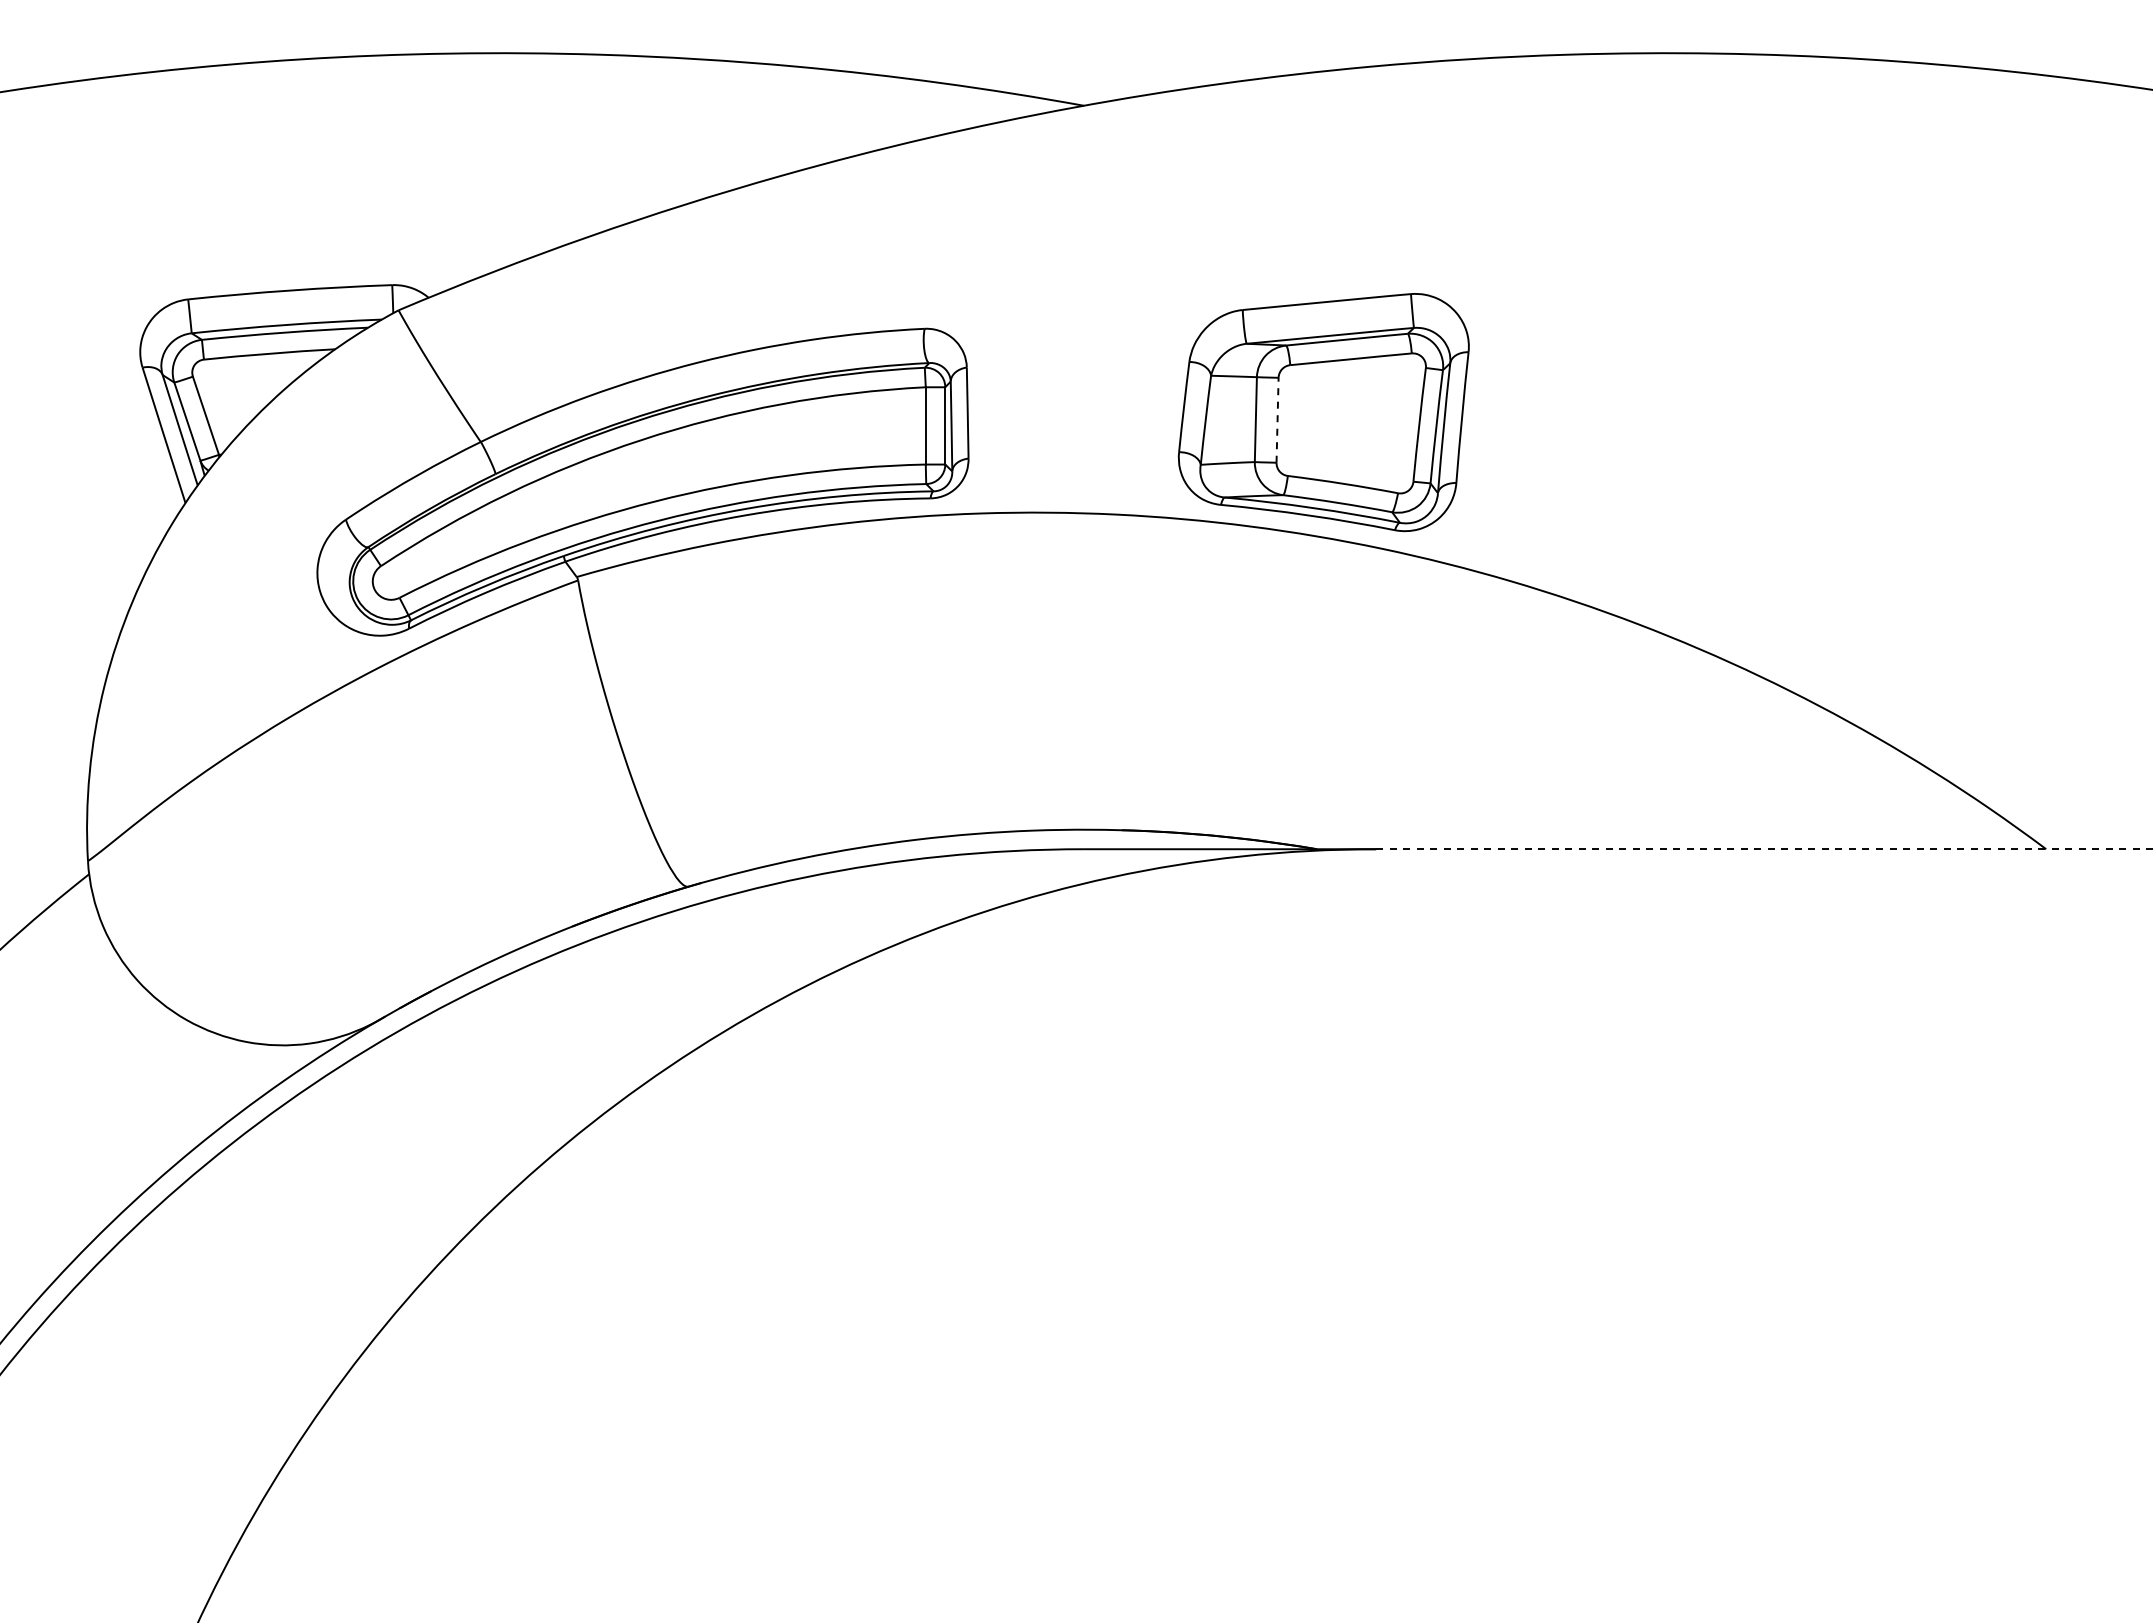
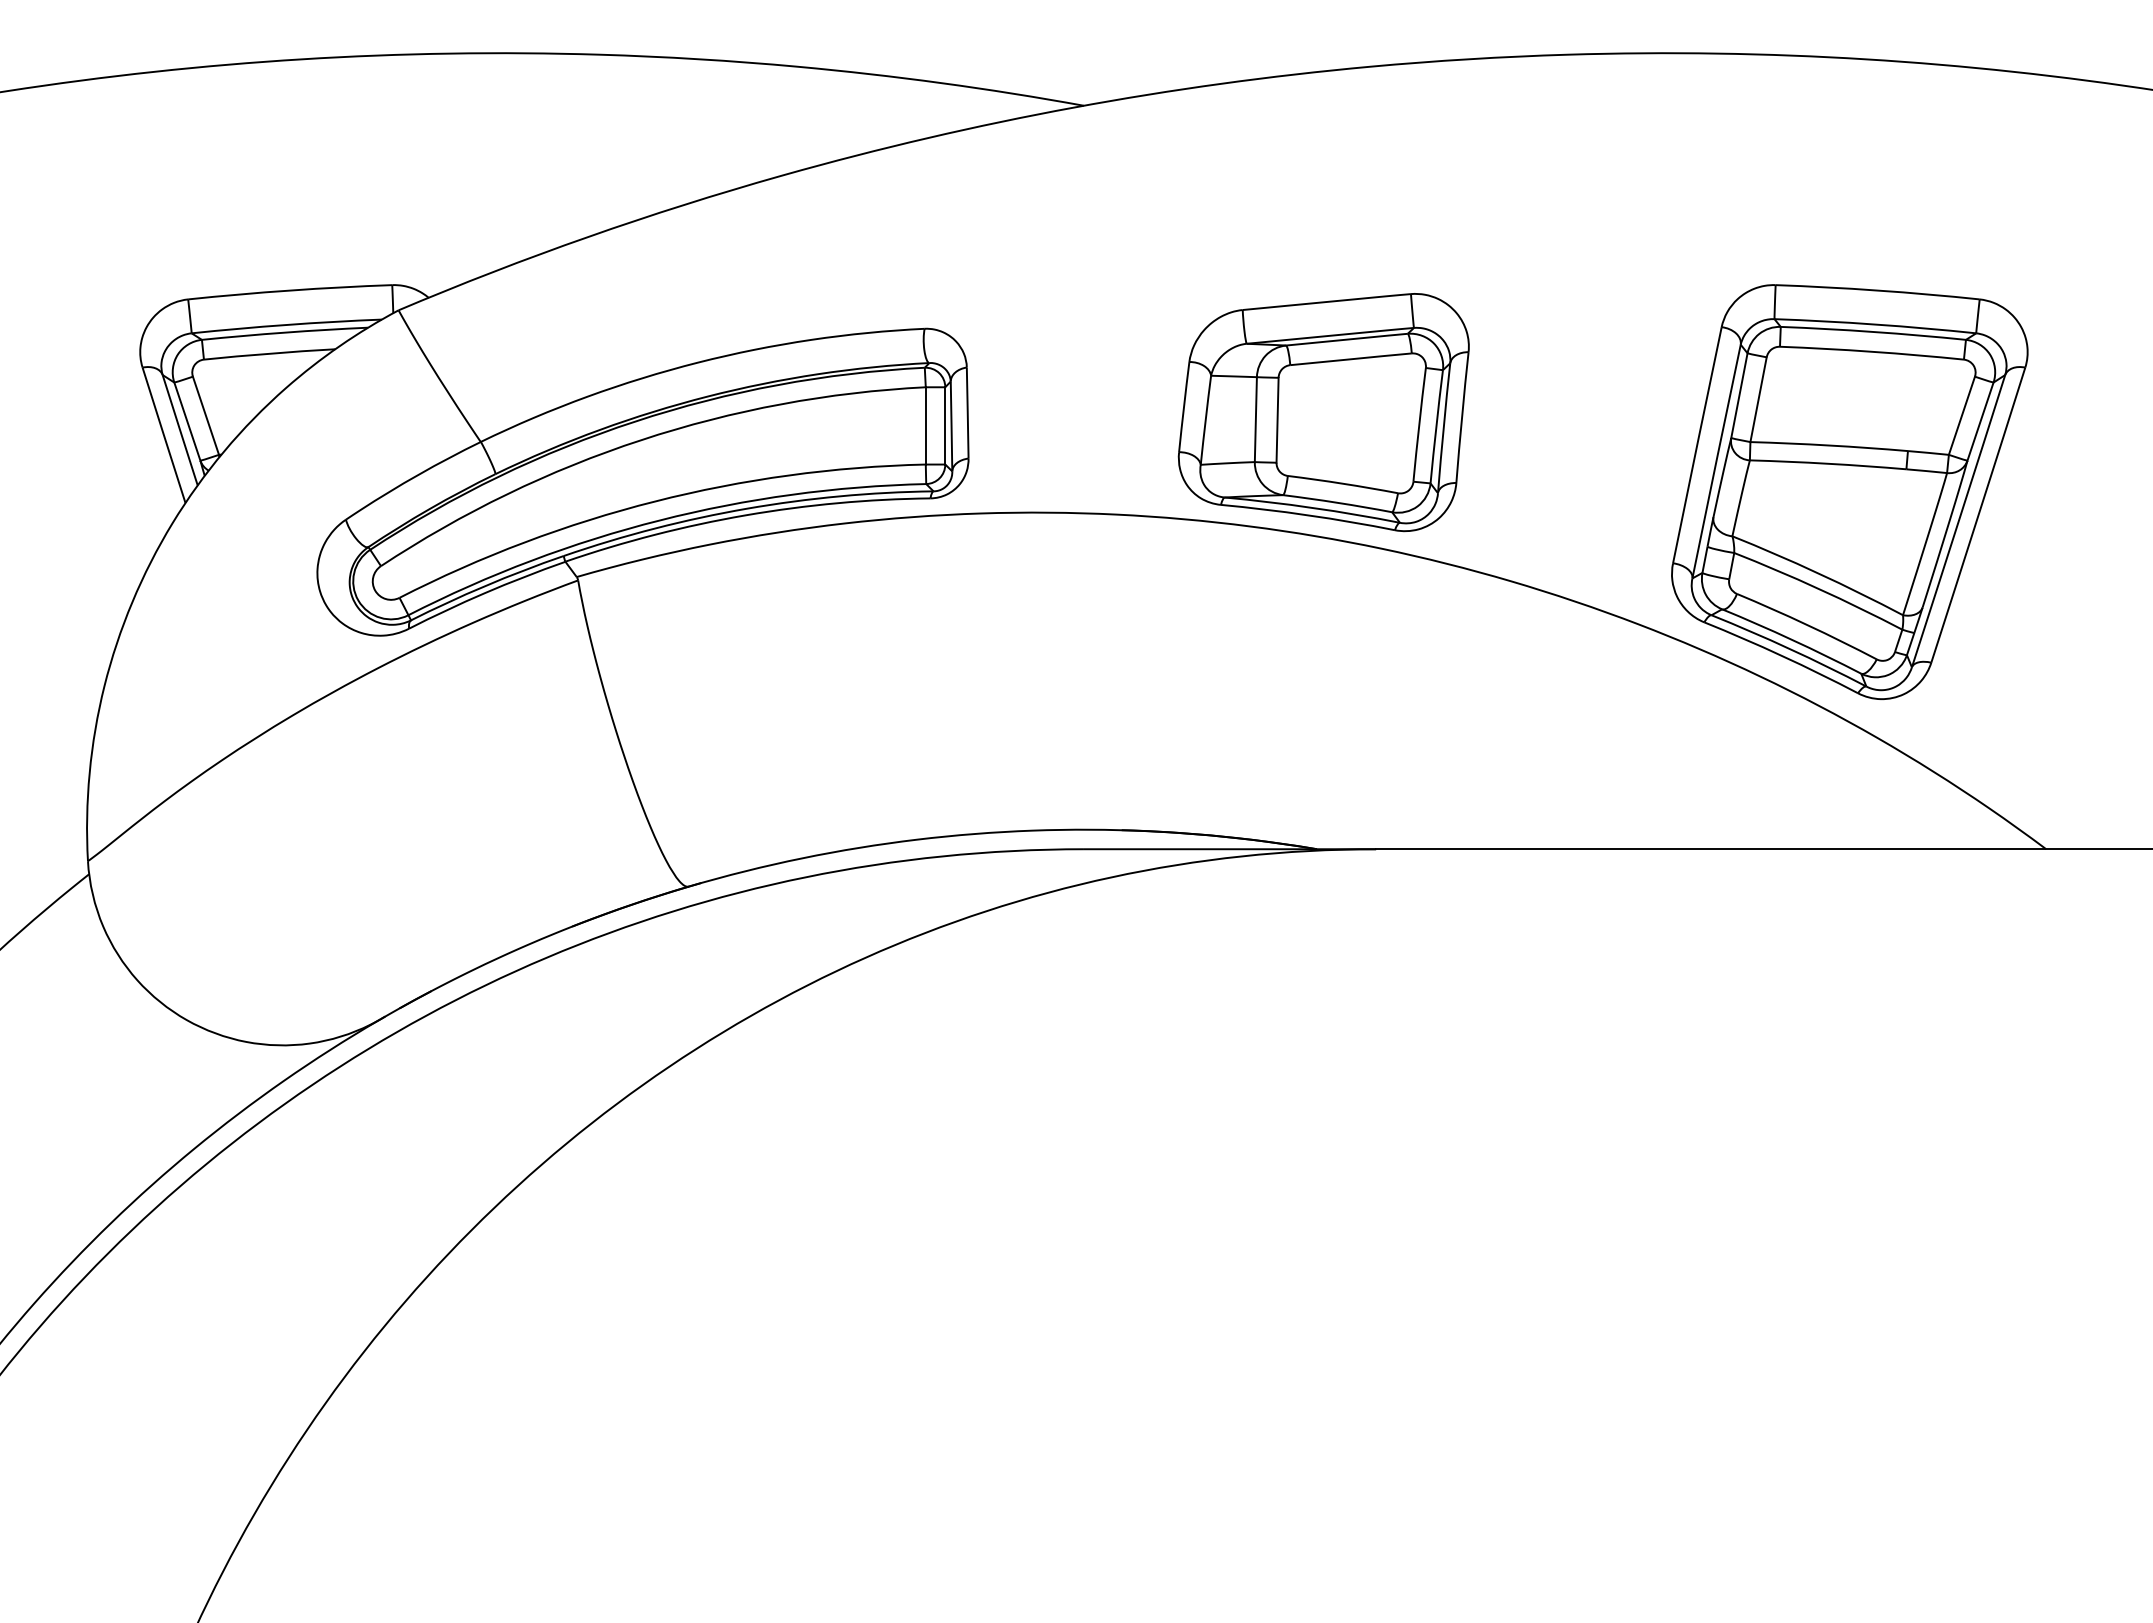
line at (1277, 419): dashed -> solid
part at (1849, 491): none -> present
line at (1765, 849): dashed -> solid
